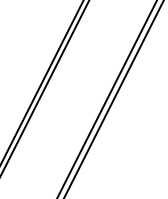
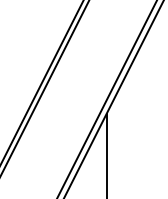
line at (106, 154): none -> present
